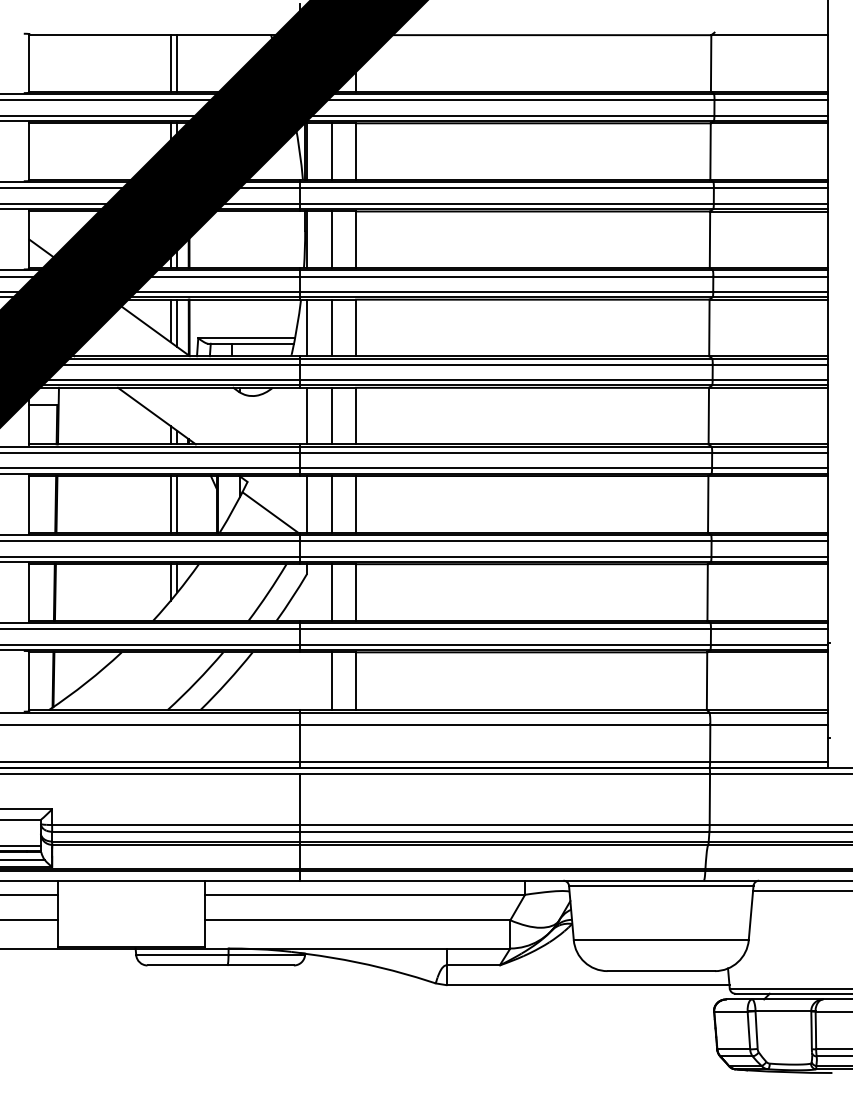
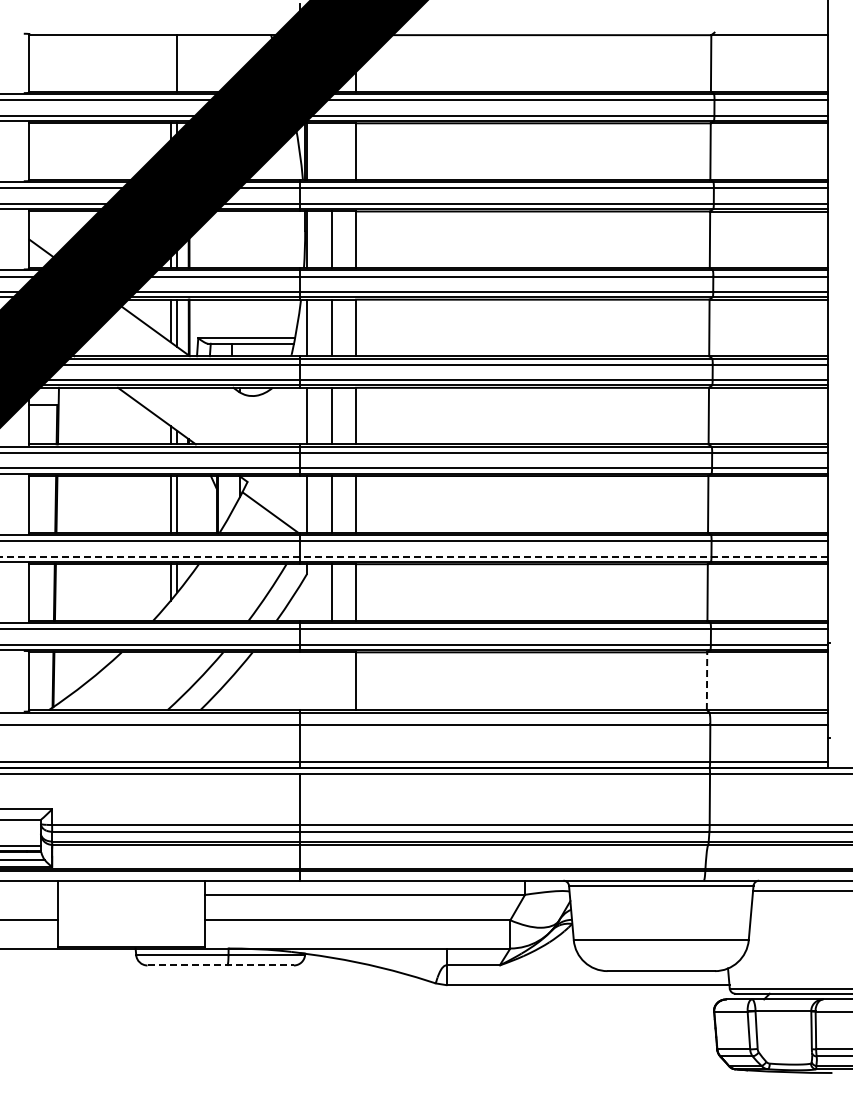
line at (170, 63): present -> none
line at (332, 151): present -> none
line at (414, 556): solid -> dashed
line at (332, 681): present -> none
line at (707, 681): solid -> dashed
line at (29, 894): present -> none
line at (221, 965): solid -> dashed
